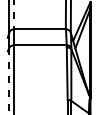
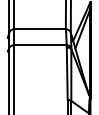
line at (14, 15): dashed -> solid
line at (9, 81): dashed -> solid
